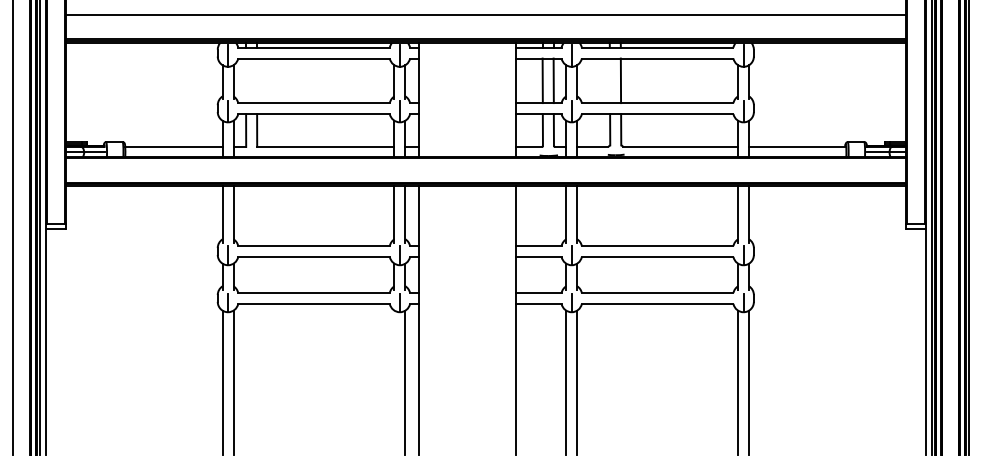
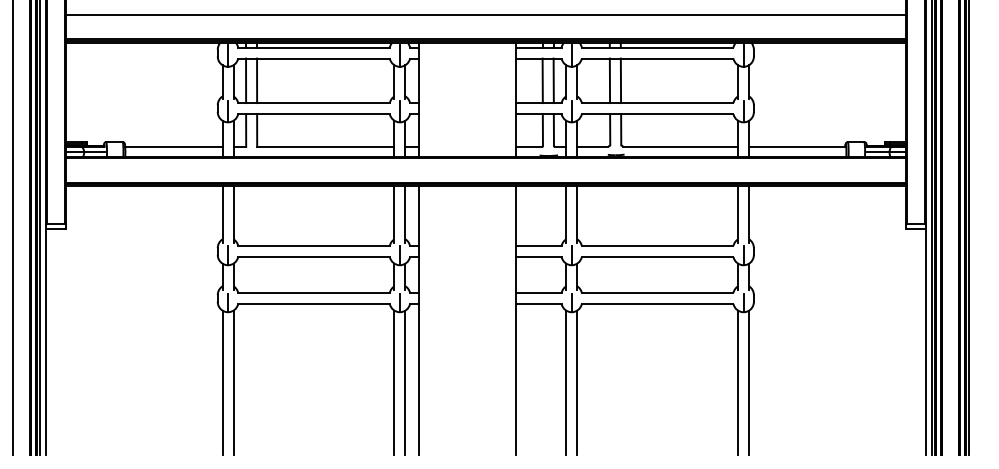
line at (246, 80): none -> present
line at (257, 80): none -> present
line at (609, 80): none -> present
line at (394, 382): none -> present
